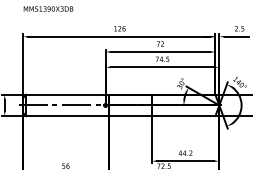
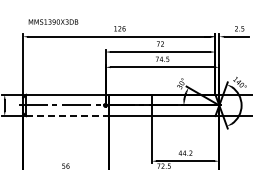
text at (48, 8) position: (48, 8) -> (53, 21)
line at (65, 116): solid -> dashed
